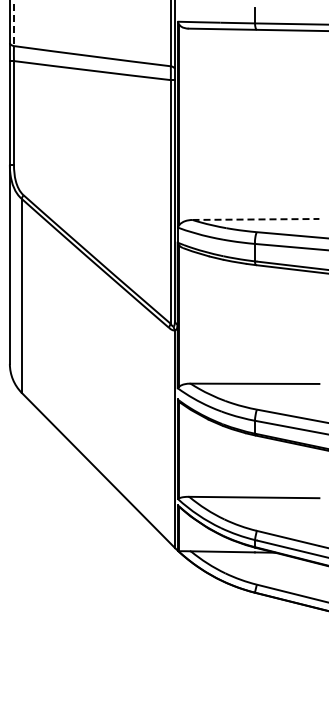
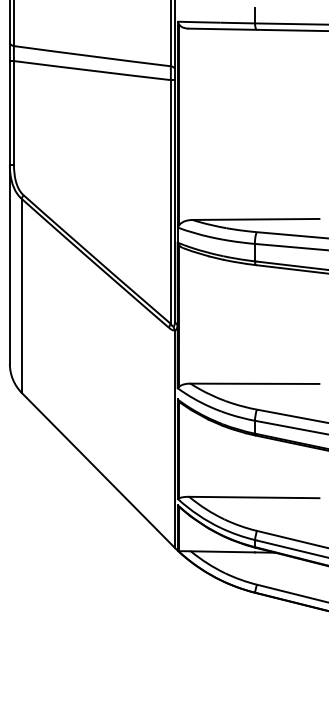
line at (14, 23): dashed -> solid
line at (256, 219): dashed -> solid
